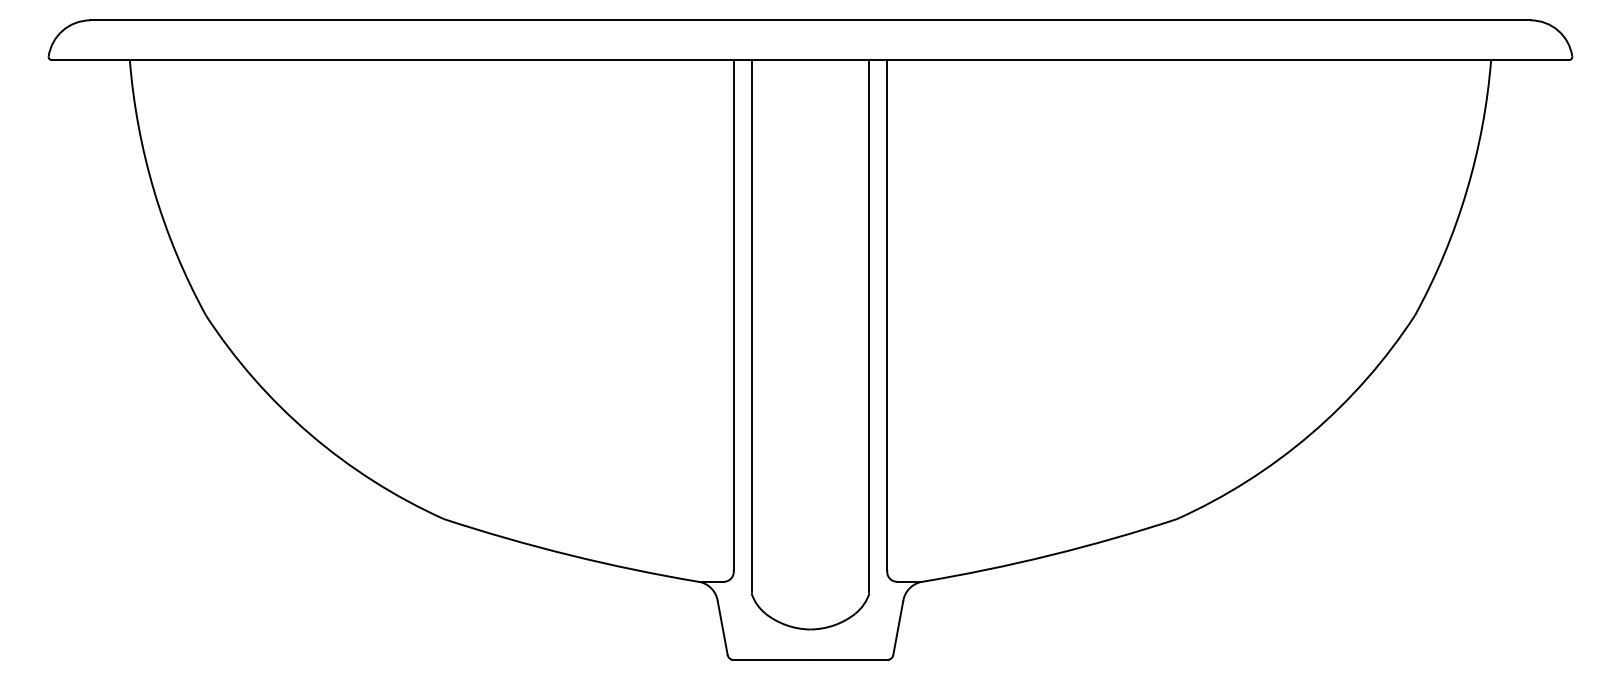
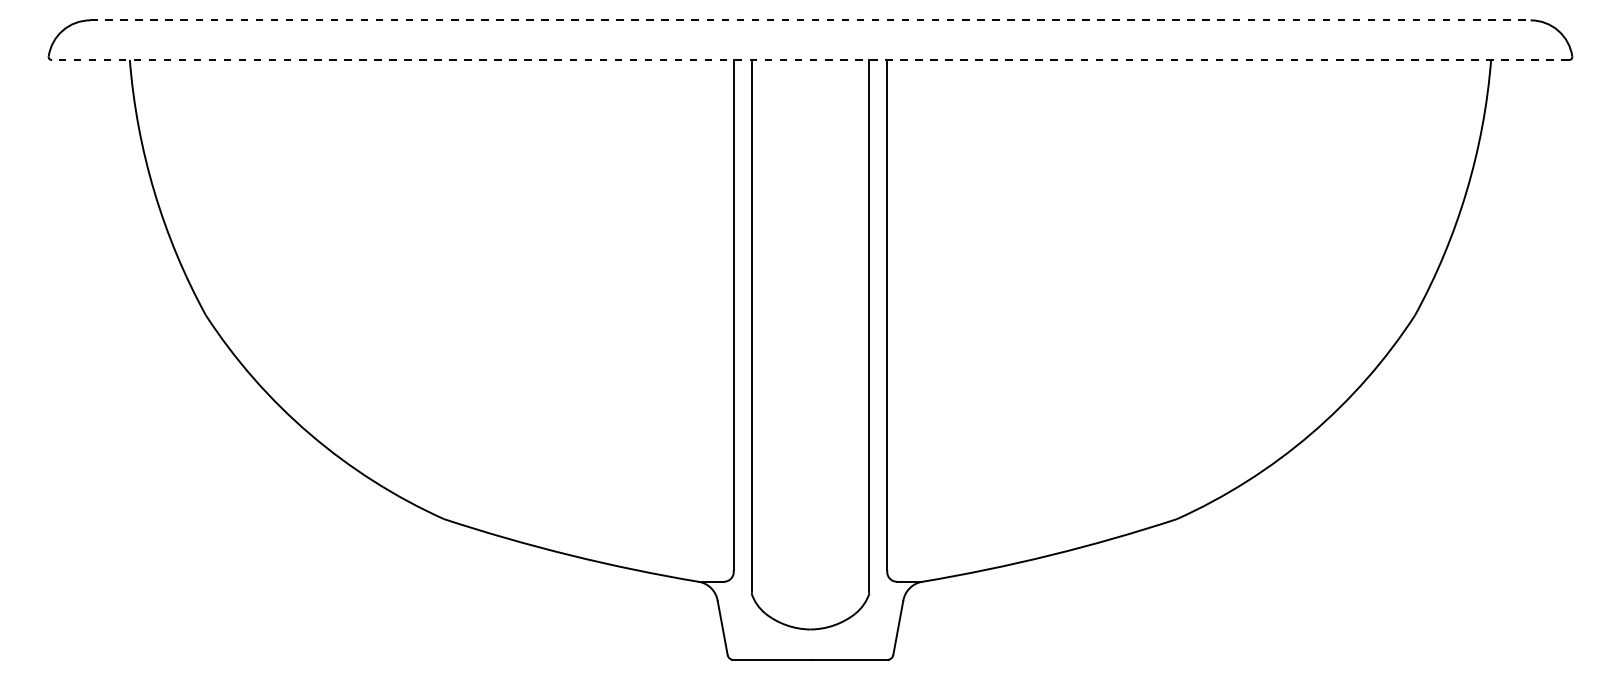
line at (810, 20): solid -> dashed
line at (810, 59): solid -> dashed
